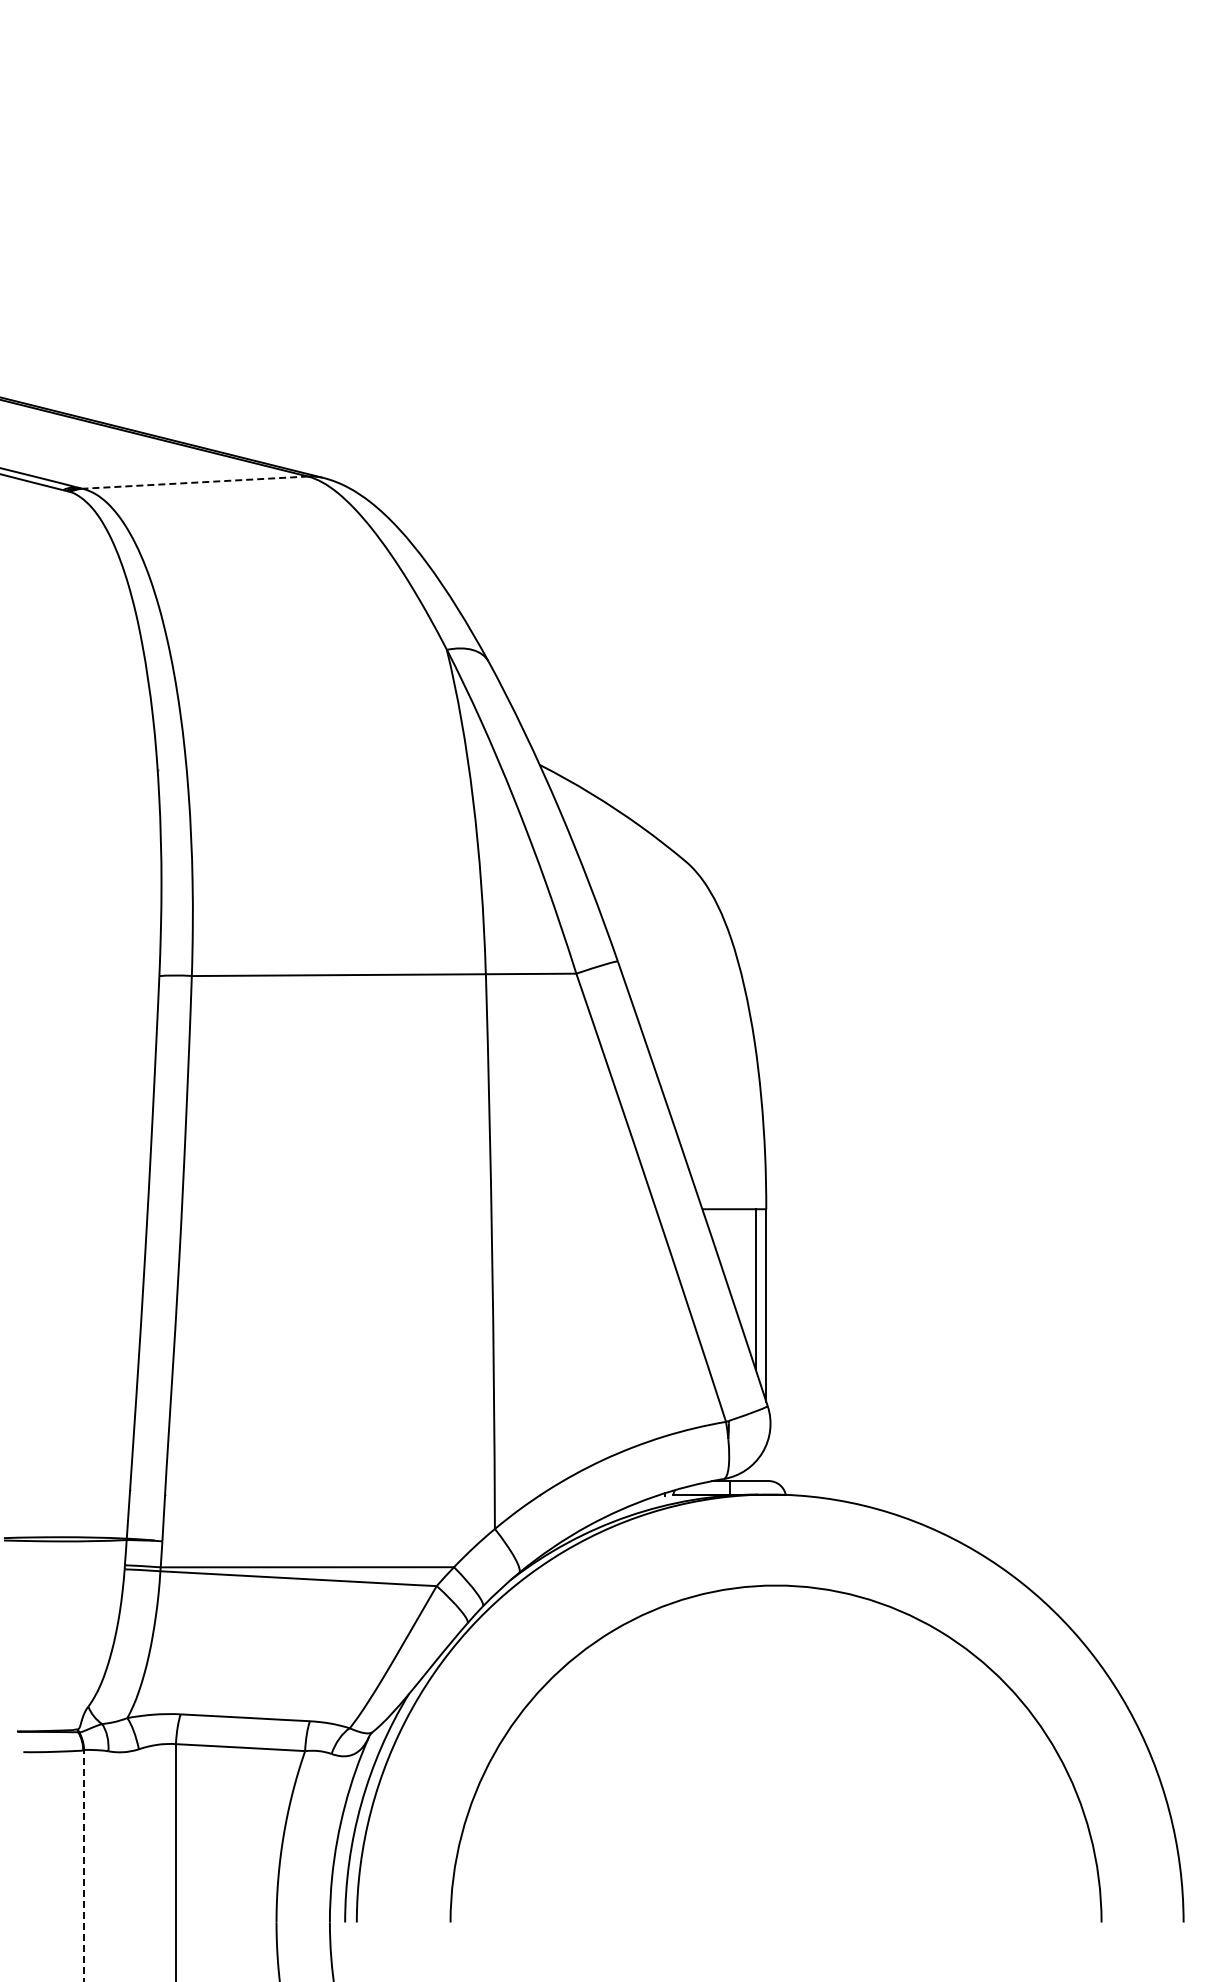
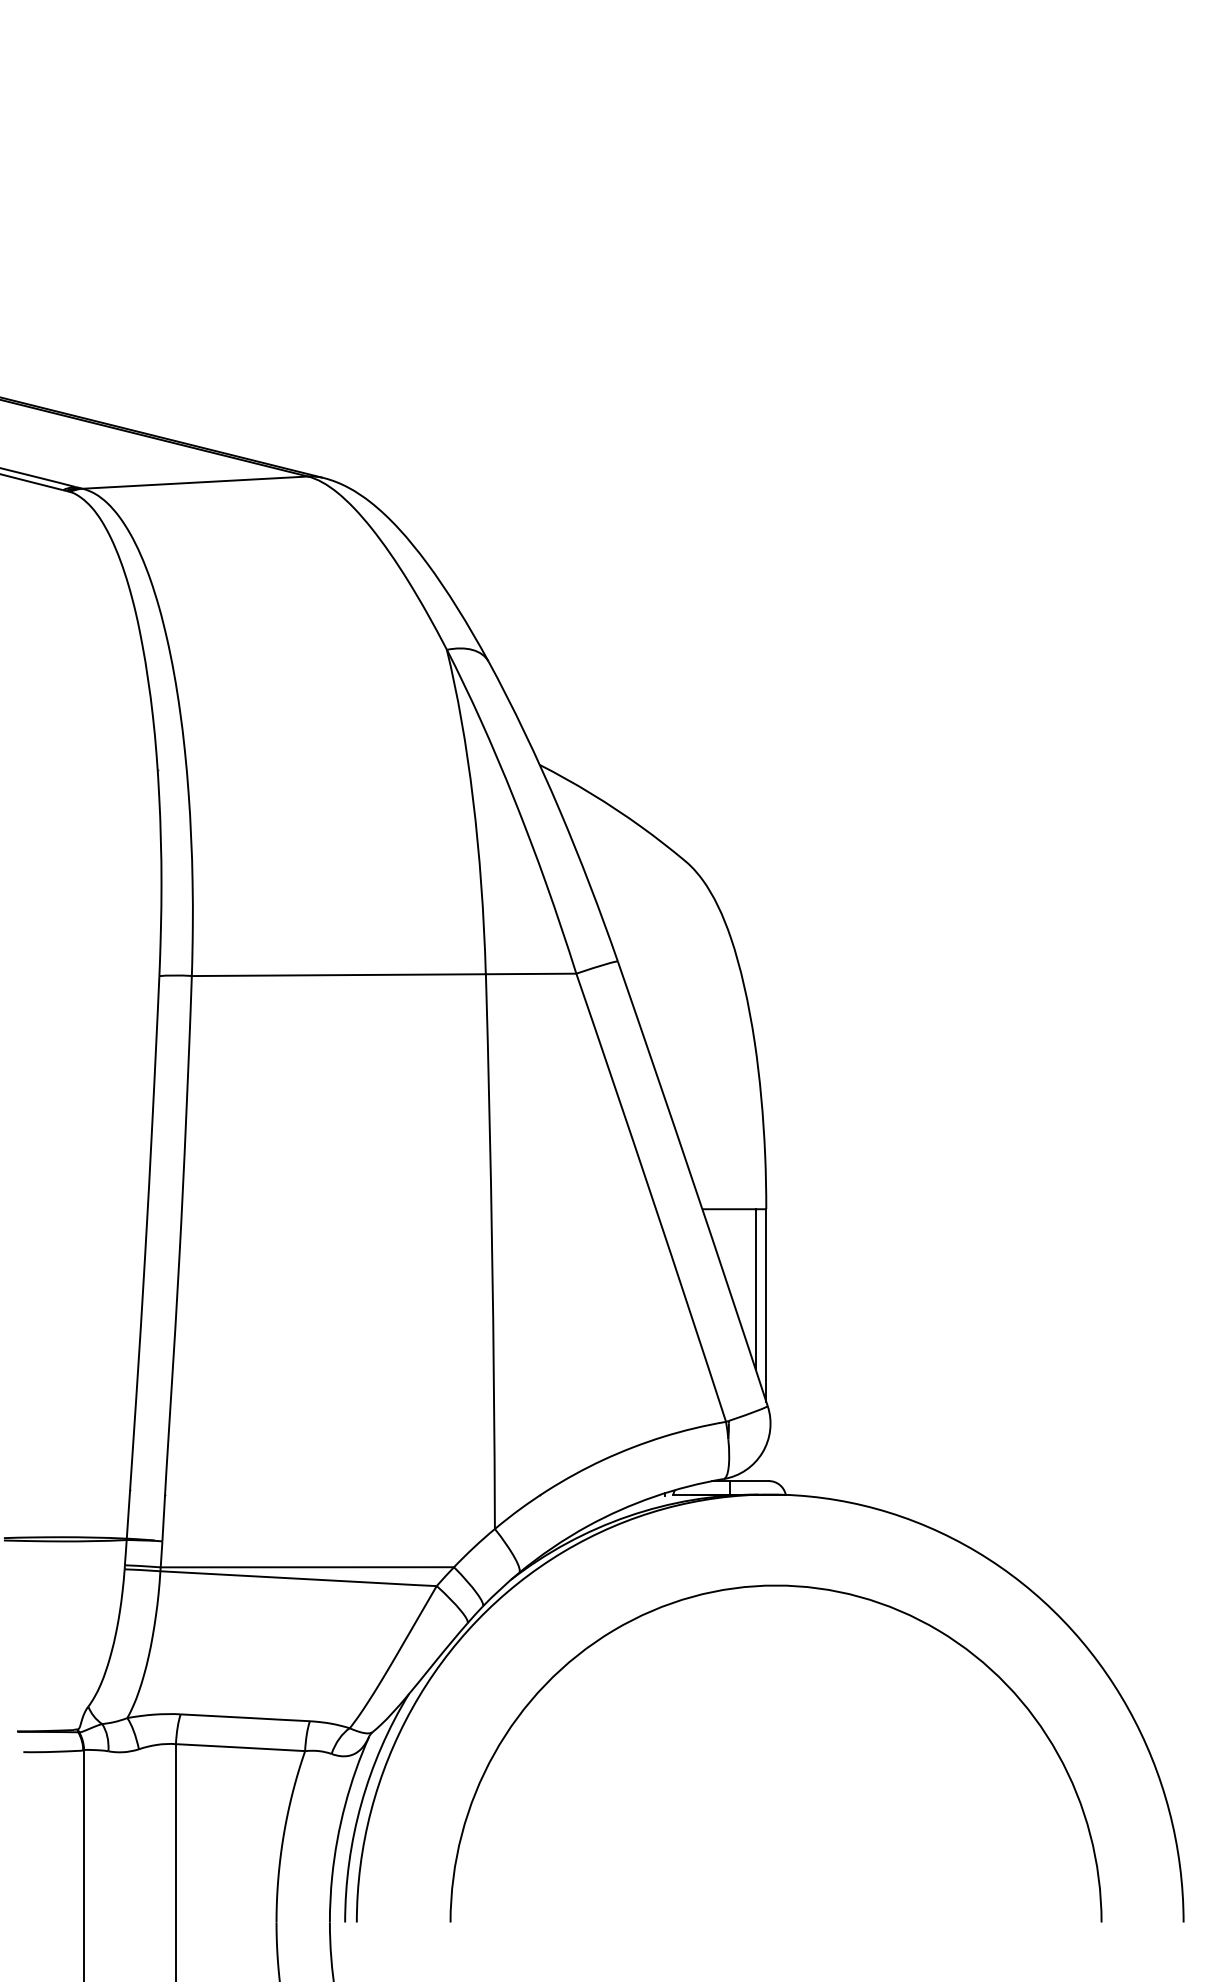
line at (195, 482): dashed -> solid
line at (83, 1866): dashed -> solid
